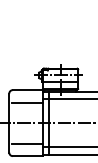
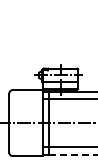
line at (26, 102): present -> none
line at (26, 143): present -> none
line at (73, 154): solid -> dashed
